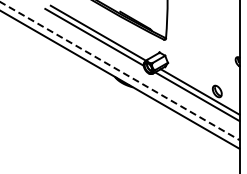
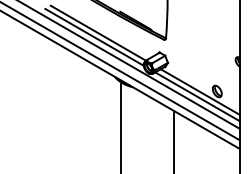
line at (129, 65): none -> present
line at (120, 71): dashed -> solid
line at (121, 126): none -> present
line at (173, 140): none -> present
